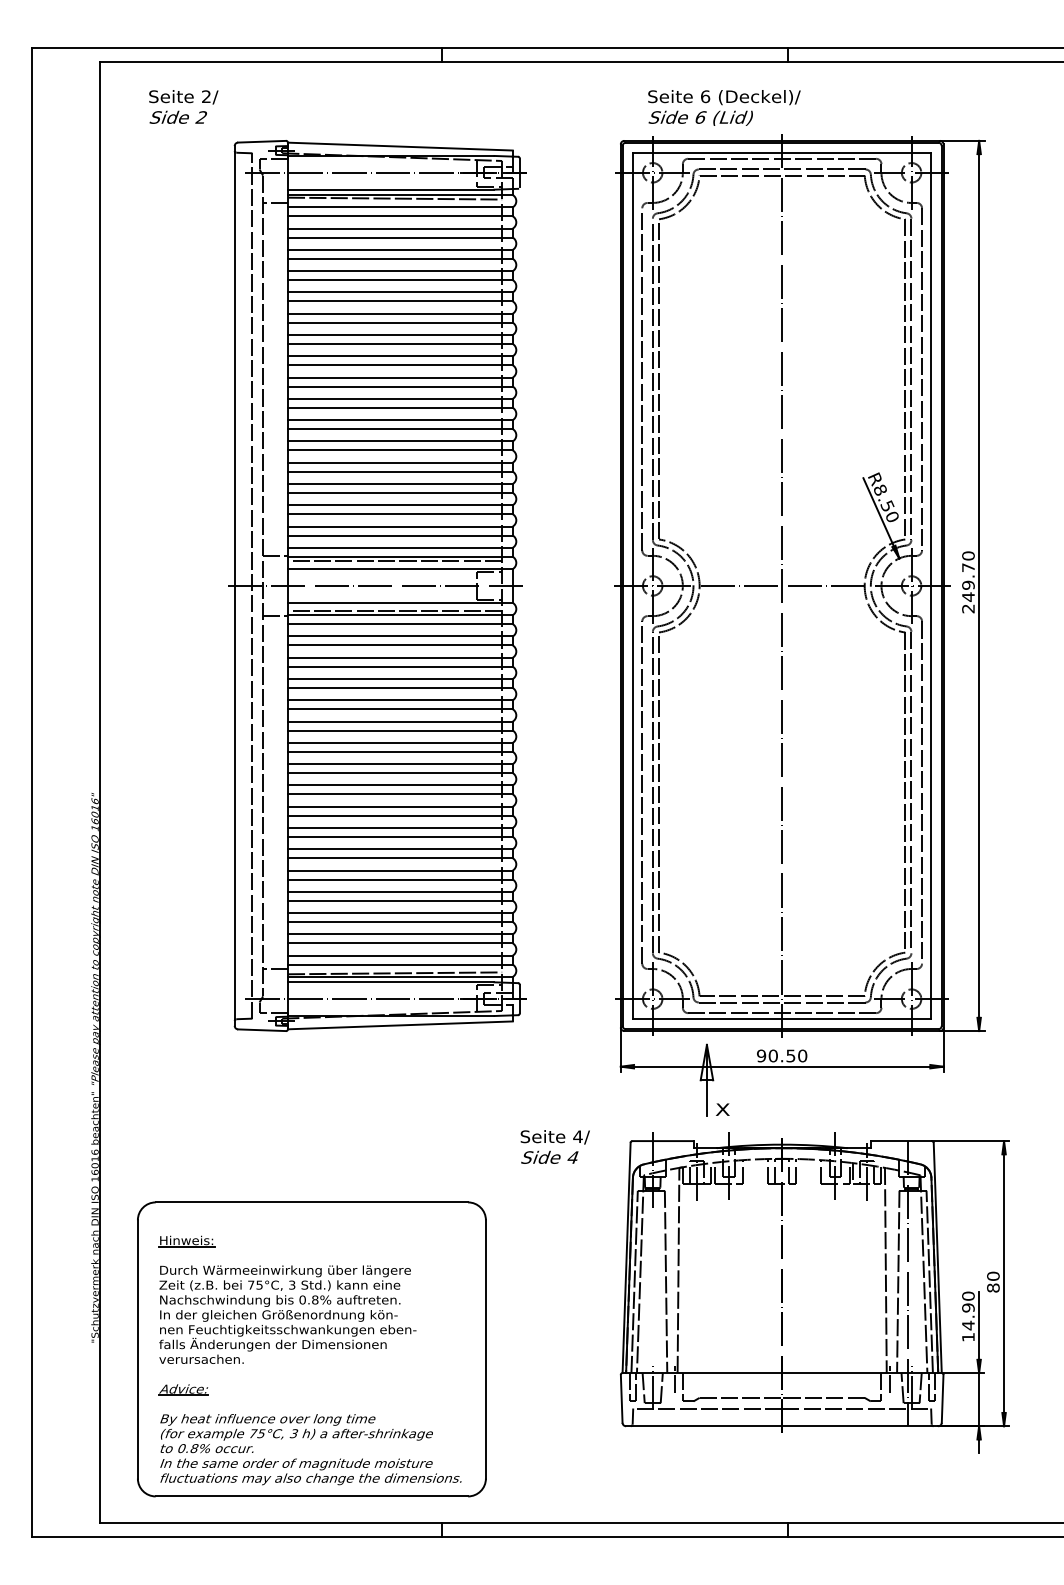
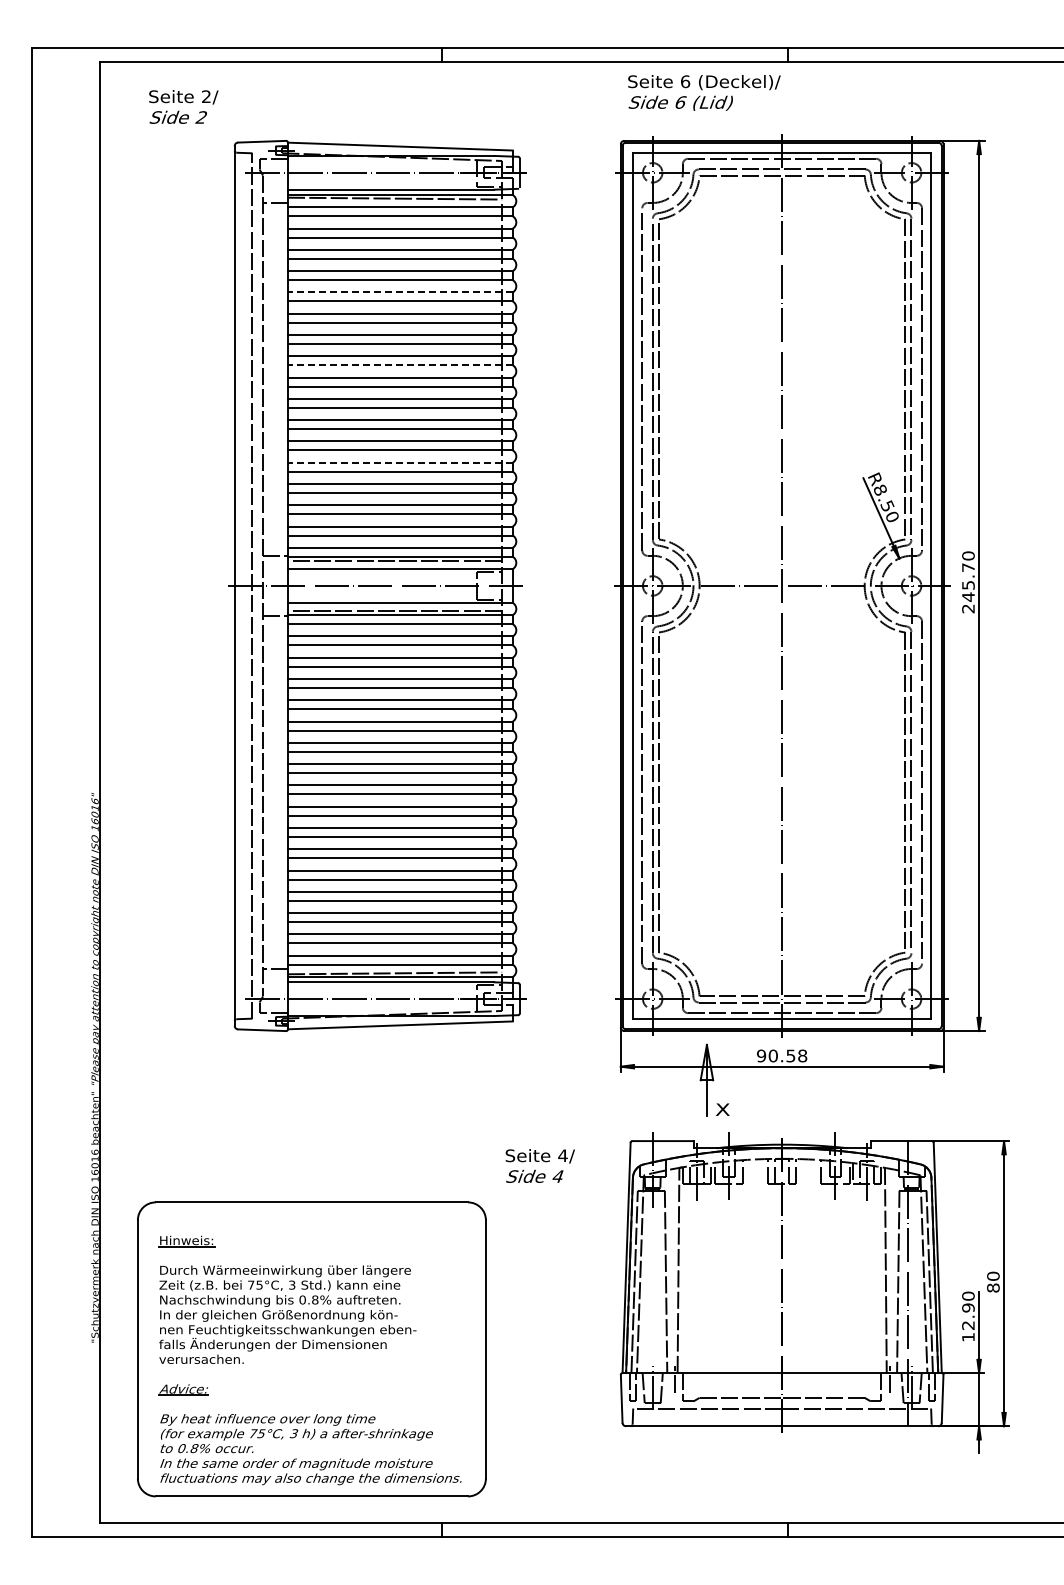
text at (724, 107) position: (724, 107) -> (704, 92)
line at (399, 292): solid -> dashed
line at (399, 365): solid -> dashed
line at (399, 462): solid -> dashed
text at (968, 584): 249.70 -> 245.70
text at (802, 1055): 90.50 -> 90.58
text at (554, 1146) position: (554, 1146) -> (539, 1165)
text at (968, 1325): 14.90 -> 12.90
